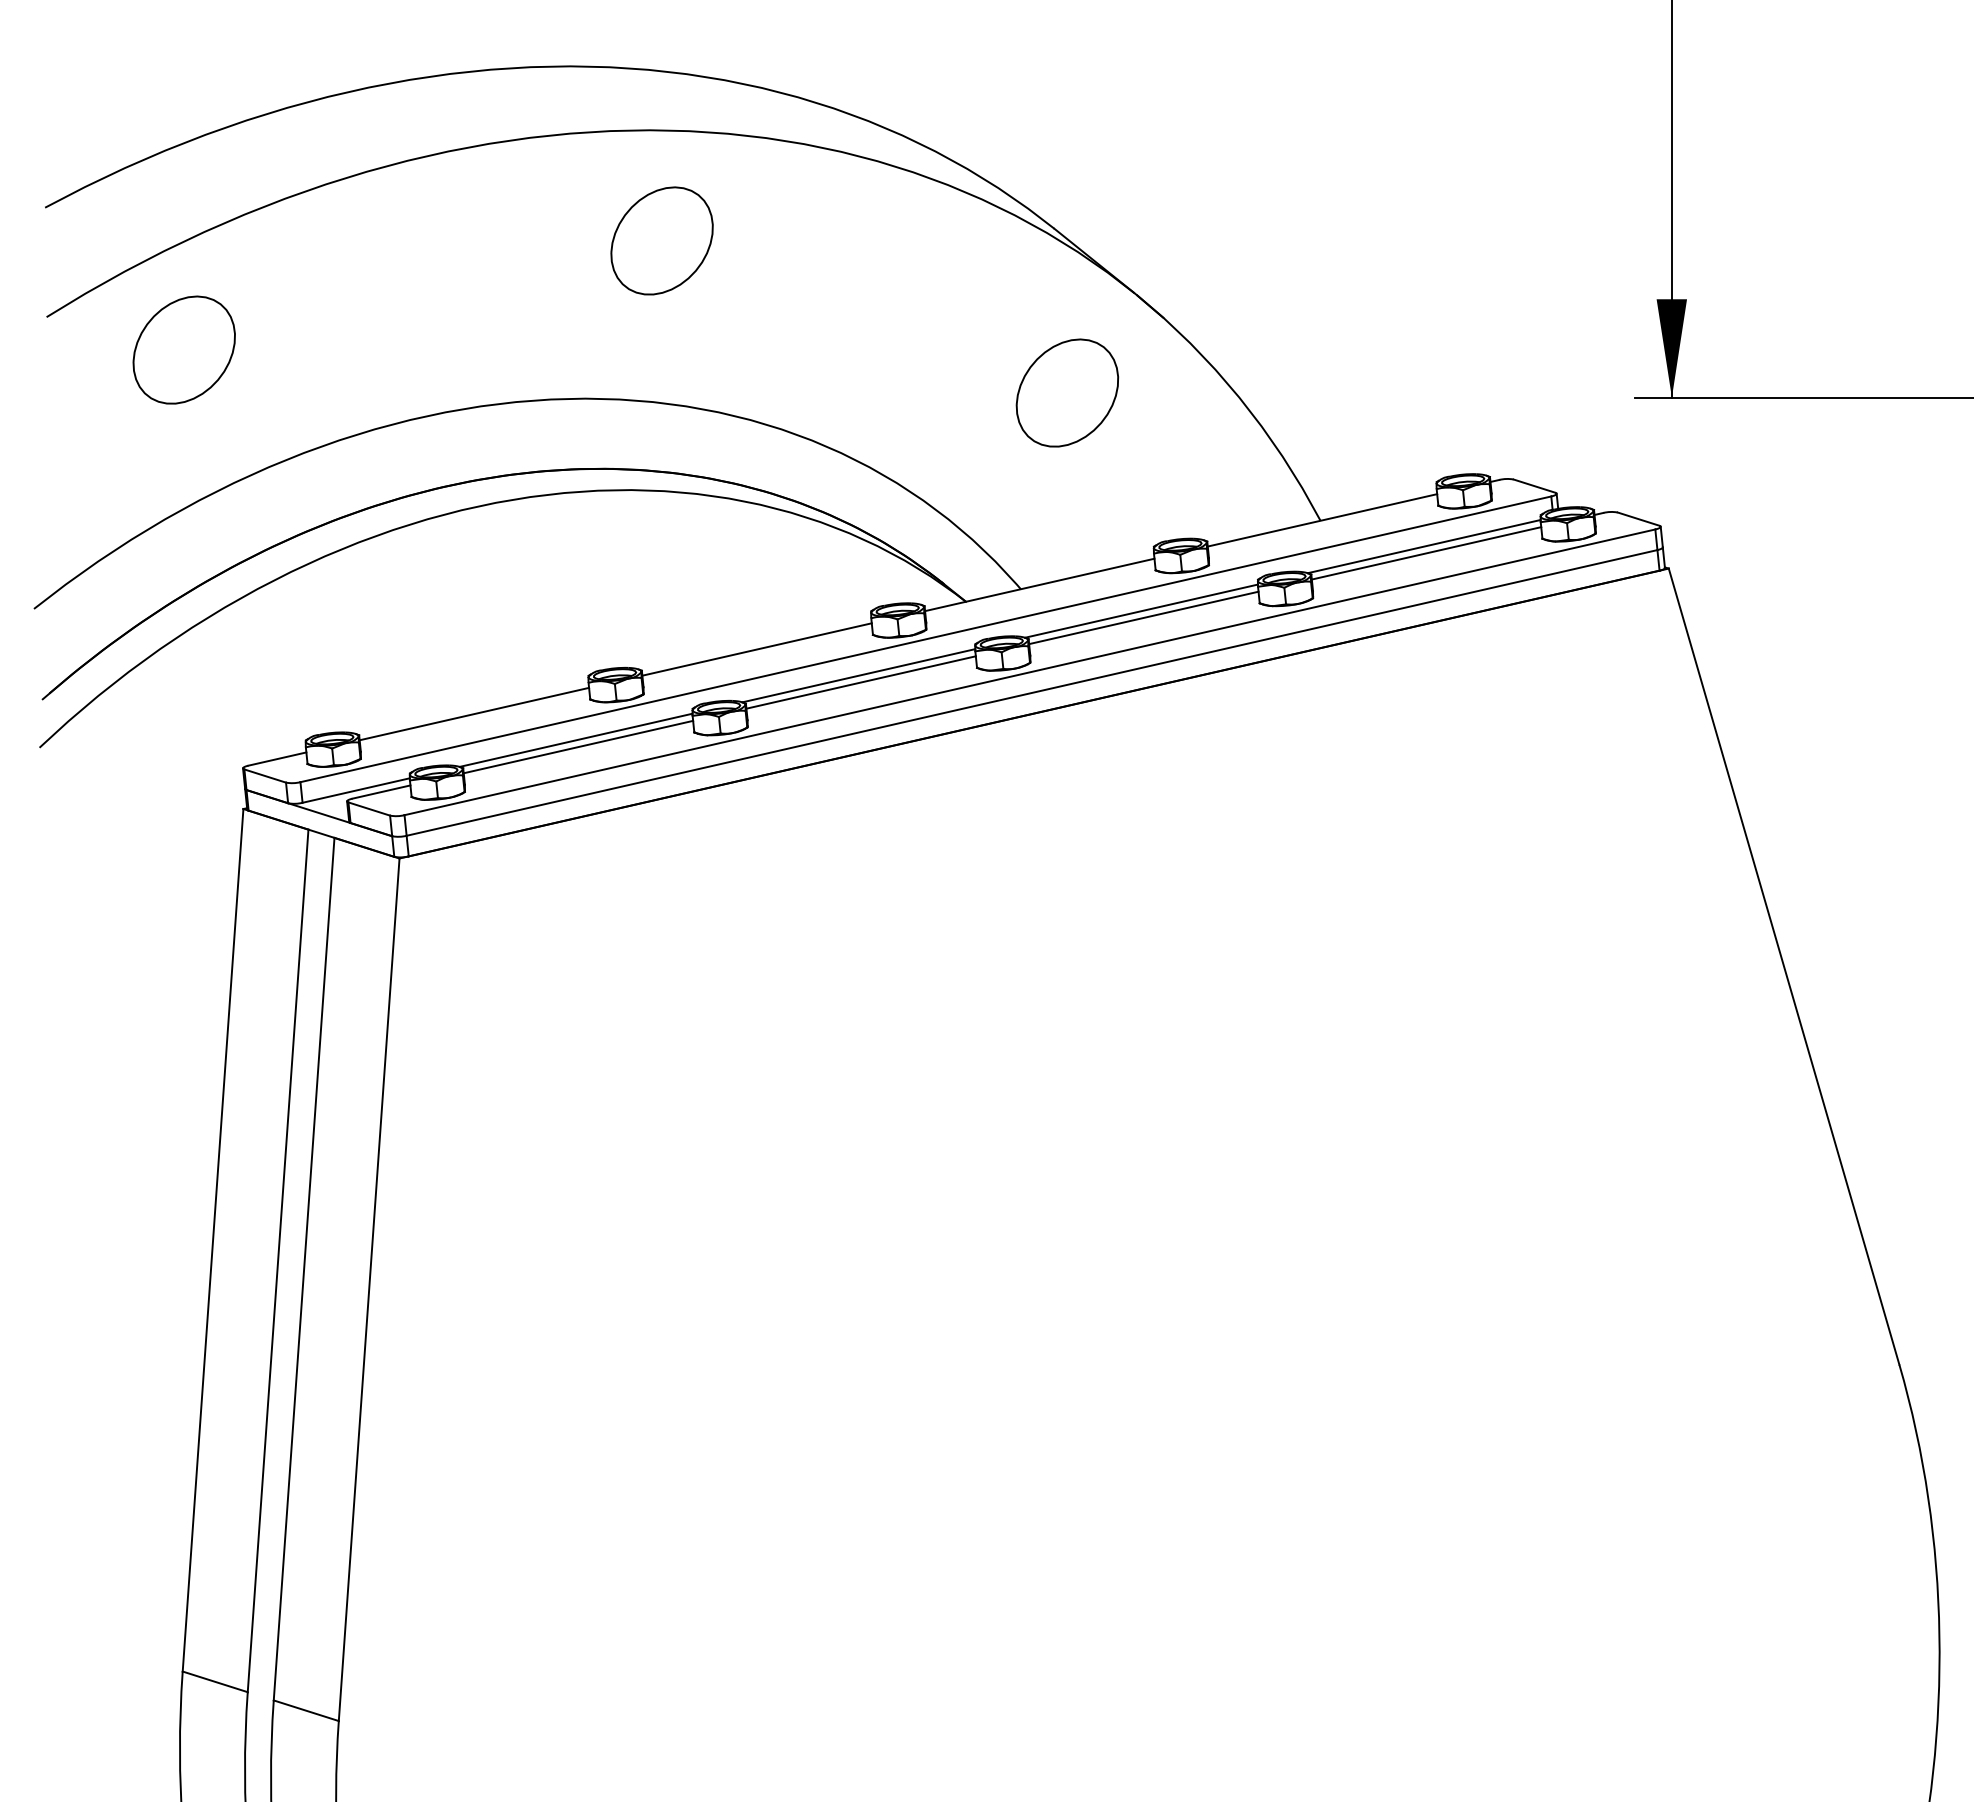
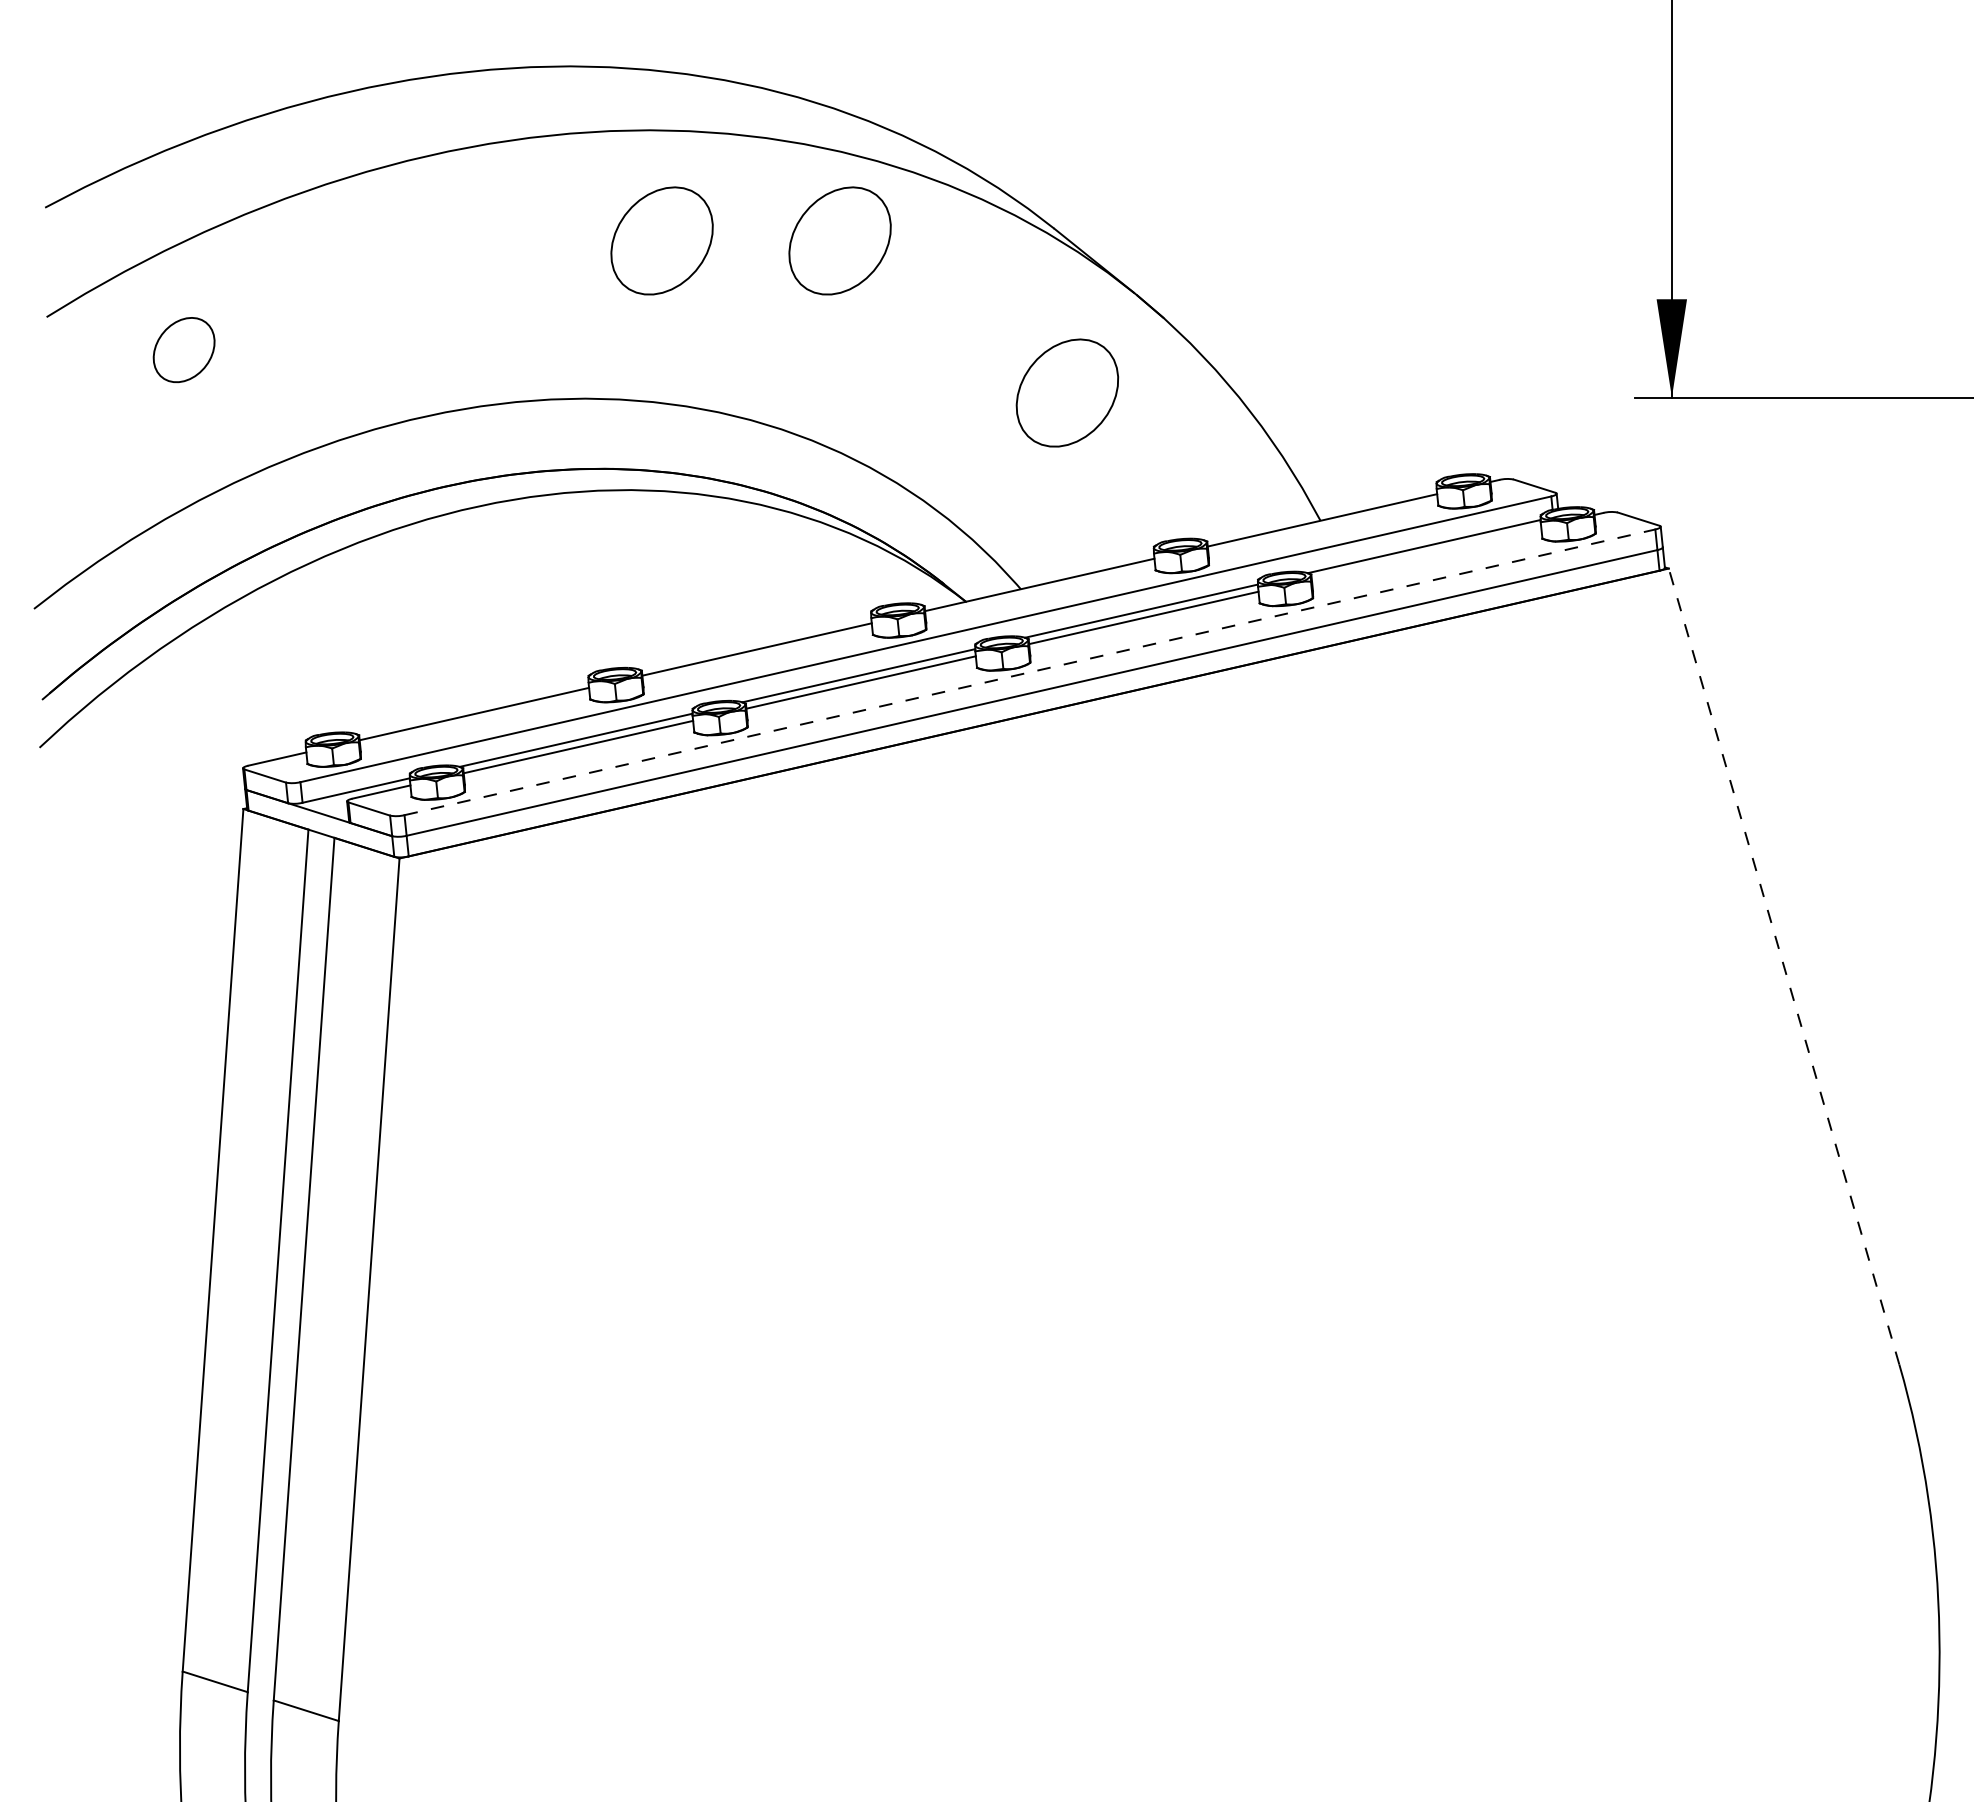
part at (839, 240): none -> present
part at (183, 349) size: 104x110 px -> 64x67 px
line at (1426, 553): present -> none
line at (1029, 672): solid -> dashed
line at (1783, 966): solid -> dashed
